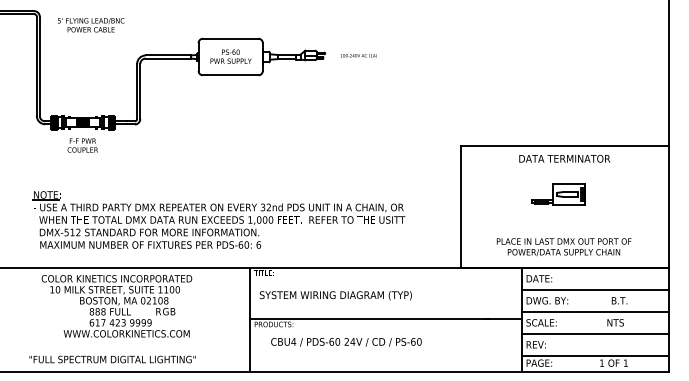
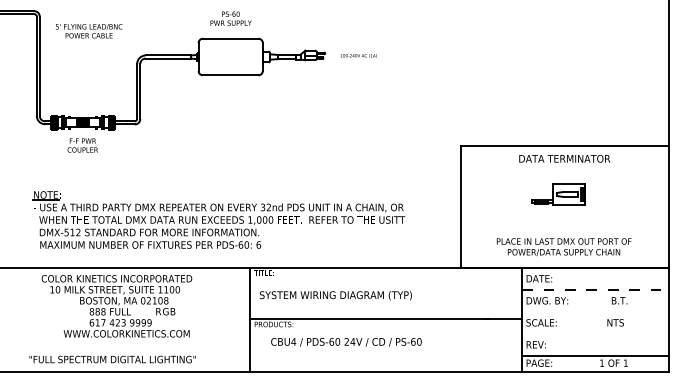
text at (91, 25) position: (91, 25) -> (89, 31)
text at (230, 56) position: (230, 56) -> (230, 18)
line at (595, 289): solid -> dashed
line at (595, 311): present -> none
line at (595, 333): present -> none
